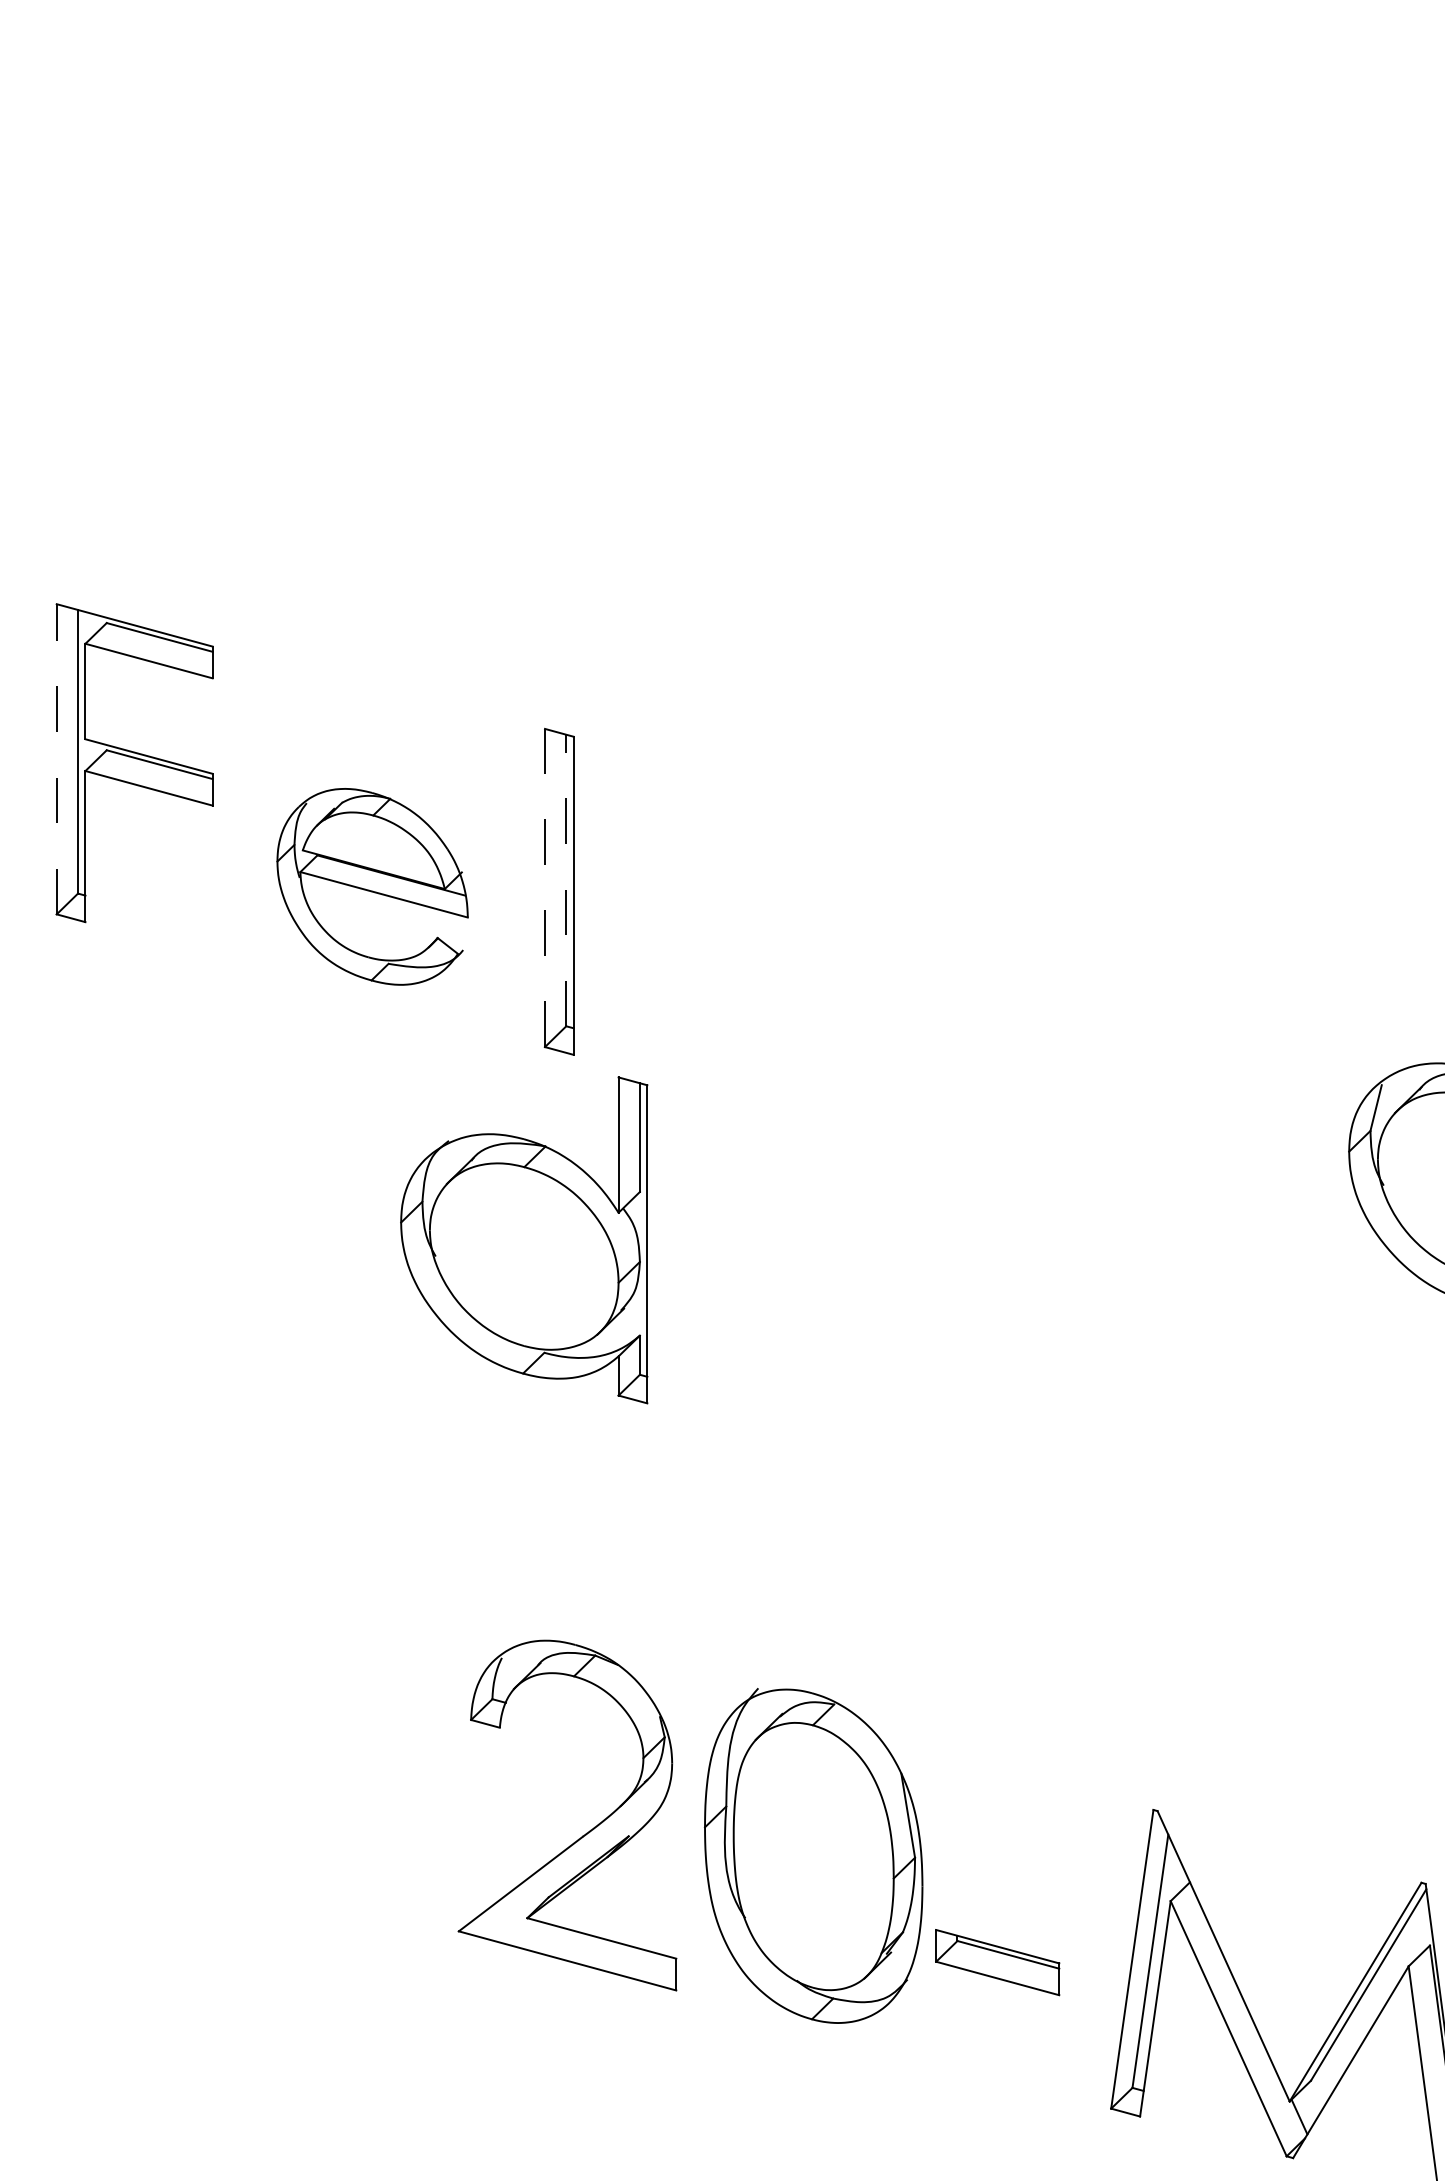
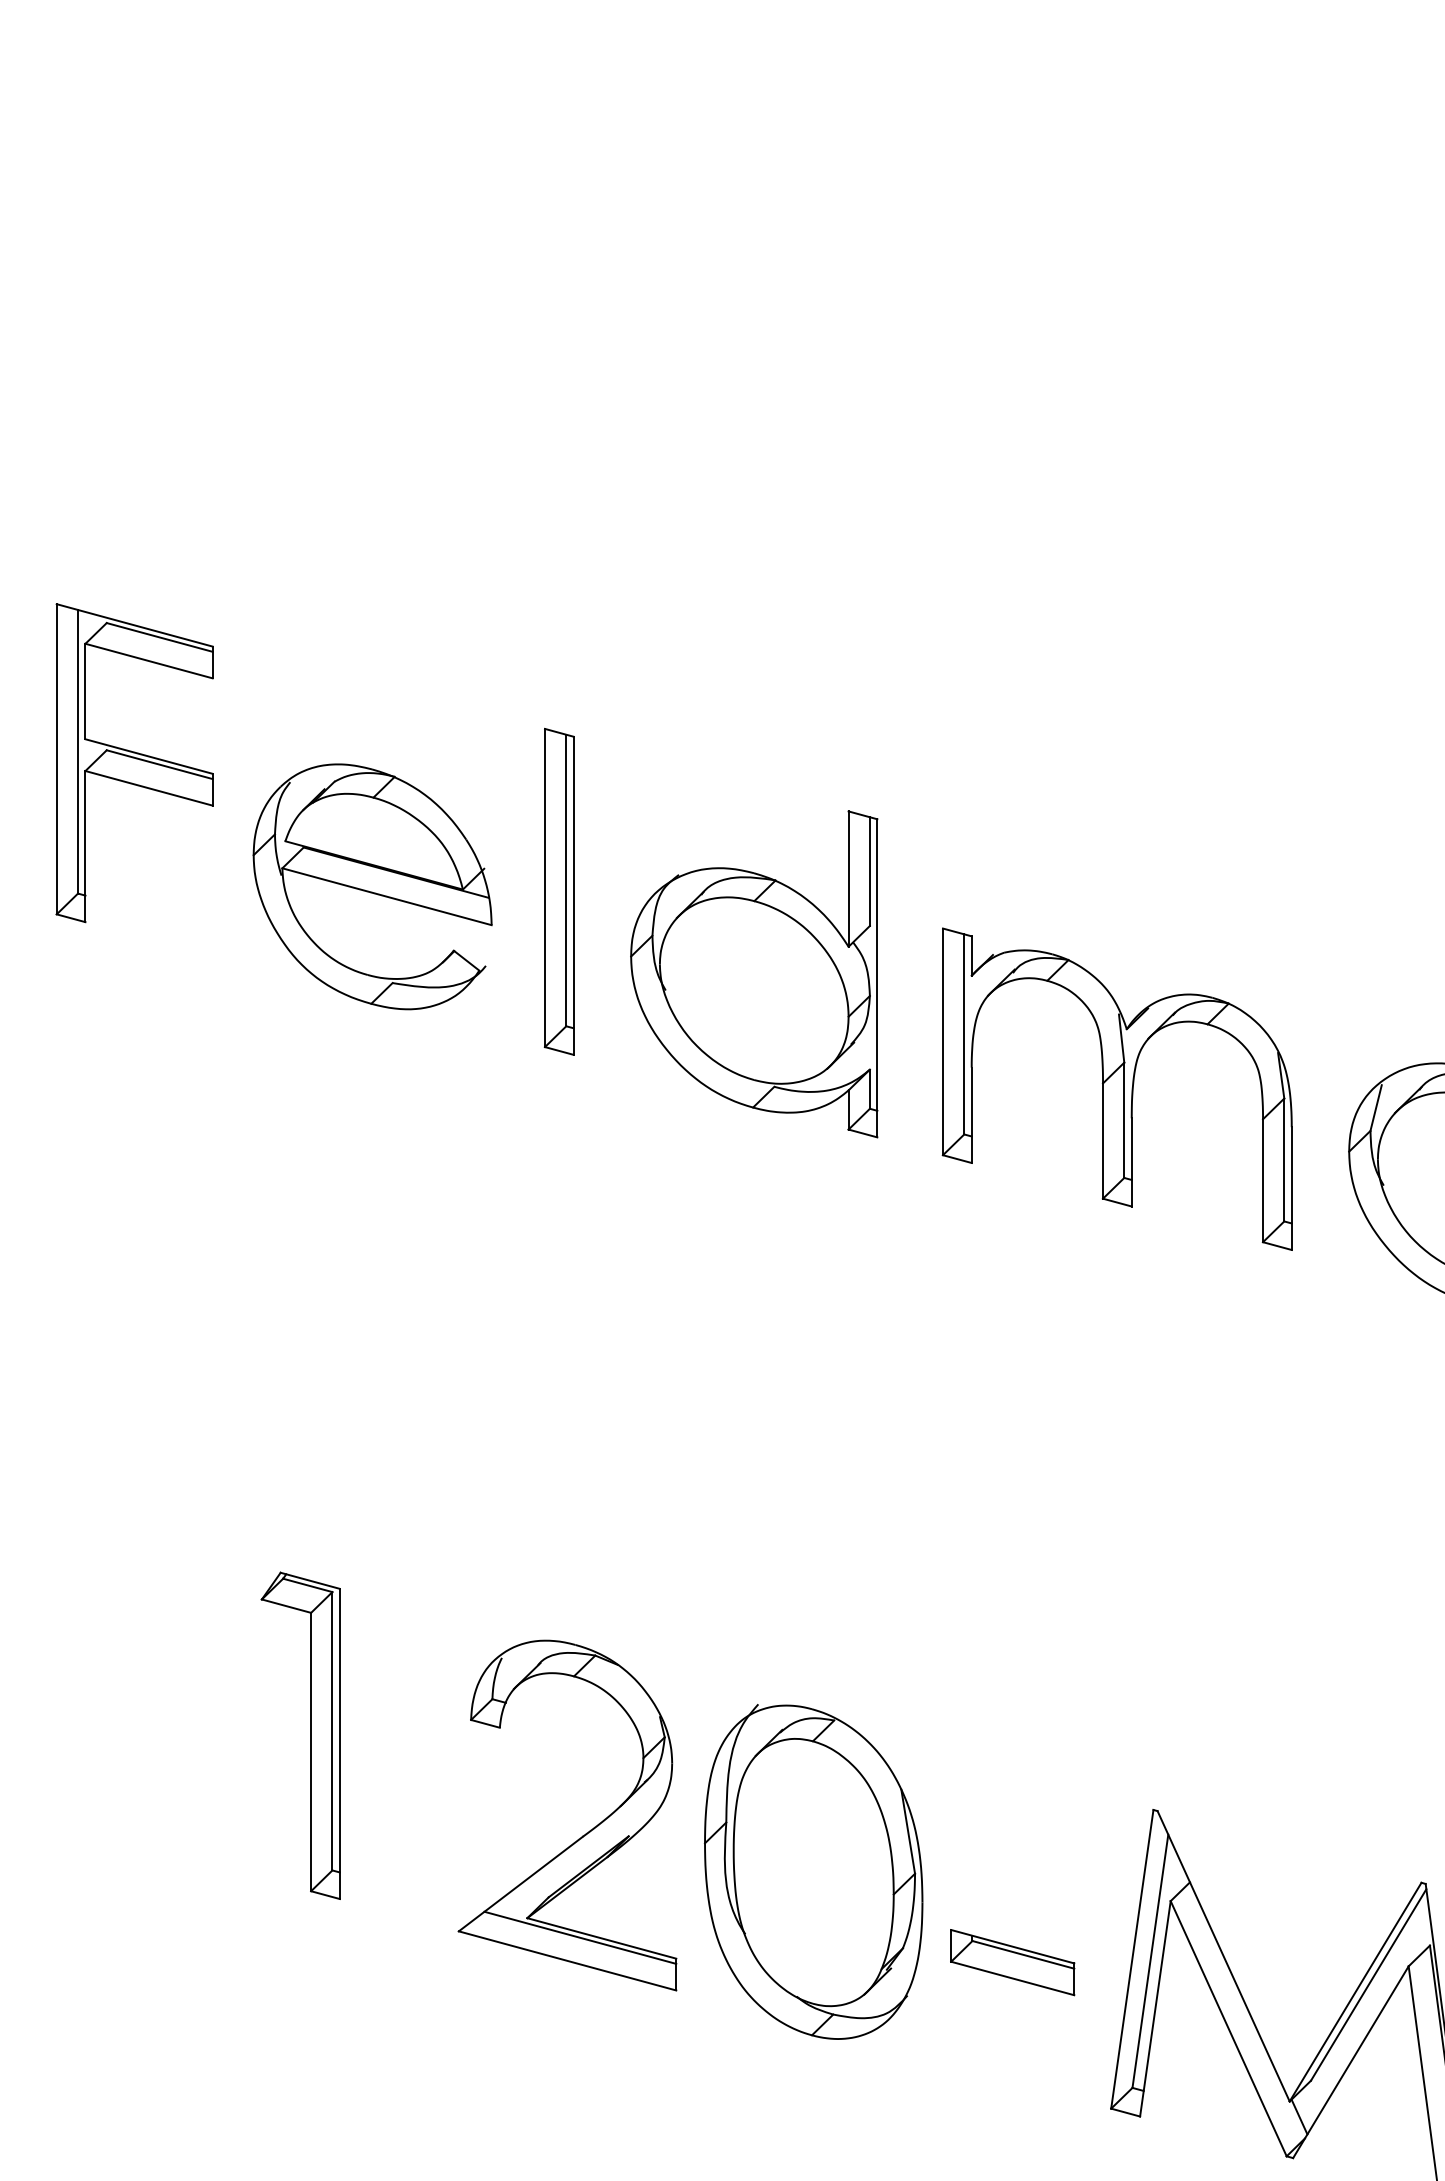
line at (56, 758): dashed -> solid
line at (566, 880): dashed -> solid
part at (372, 886) size: 193x198 px -> 241x248 px
line at (545, 887): dashed -> solid
part at (1116, 1088): none -> present
part at (524, 1240) position: (524, 1240) -> (754, 974)
part at (310, 1735): none -> present
part at (813, 1855) position: (813, 1855) -> (813, 1871)
line at (580, 1937): none -> present
part at (997, 1962) position: (997, 1962) -> (1012, 1962)
